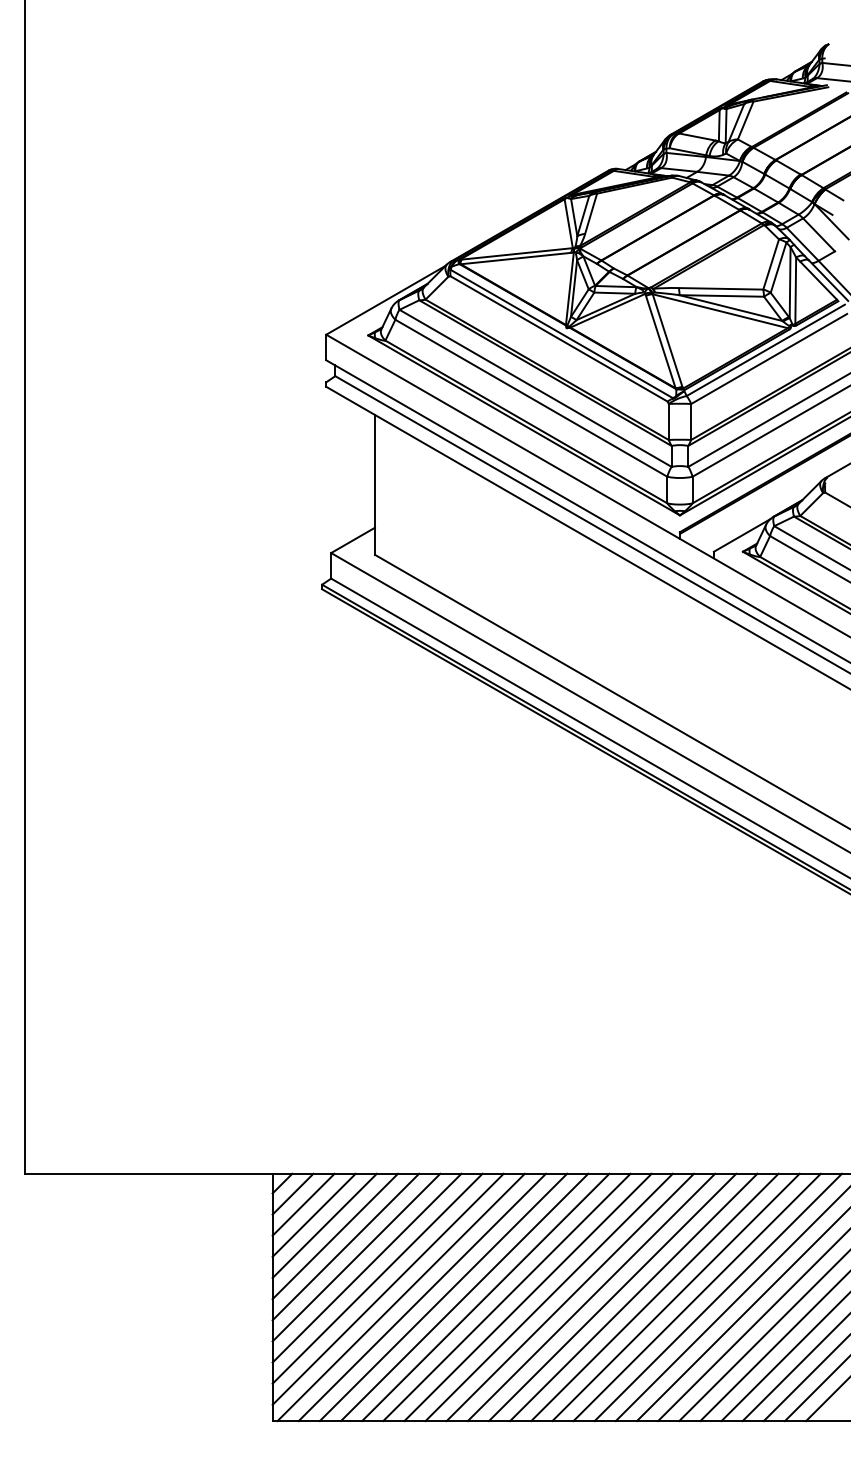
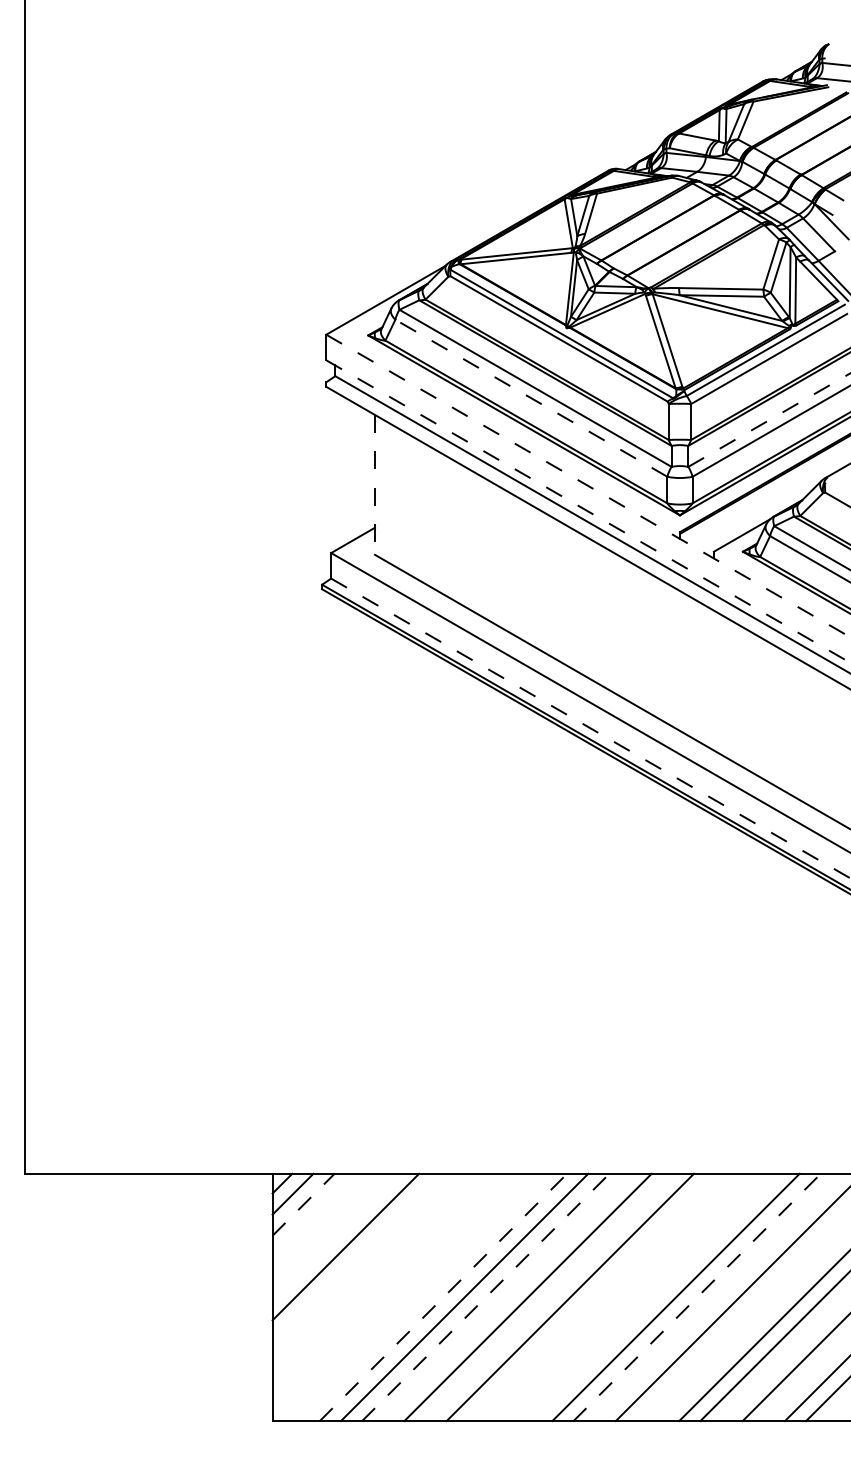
line at (530, 398): solid -> dashed
line at (769, 419): solid -> dashed
line at (375, 484): solid -> dashed
line at (588, 486): solid -> dashed
line at (588, 511): solid -> dashed
line at (590, 728): solid -> dashed
line at (303, 1204): solid -> dashed
line at (313, 1214): present -> none
line at (324, 1225): present -> none
line at (335, 1236): present -> none
line at (356, 1257): present -> none
line at (366, 1267): present -> none
line at (377, 1278): present -> none
line at (387, 1288): present -> none
line at (400, 1297): present -> none
line at (422, 1297): present -> none
line at (443, 1297): solid -> dashed
line at (485, 1297): solid -> dashed
line at (506, 1297): present -> none
line at (548, 1297): present -> none
line at (591, 1297): present -> none
line at (612, 1297): present -> none
line at (633, 1297): present -> none
line at (654, 1297): present -> none
line at (697, 1297): solid -> dashed
line at (717, 1297): present -> none
line at (742, 1315): present -> none
line at (752, 1326): present -> none
line at (784, 1357): present -> none
line at (805, 1379): present -> none
